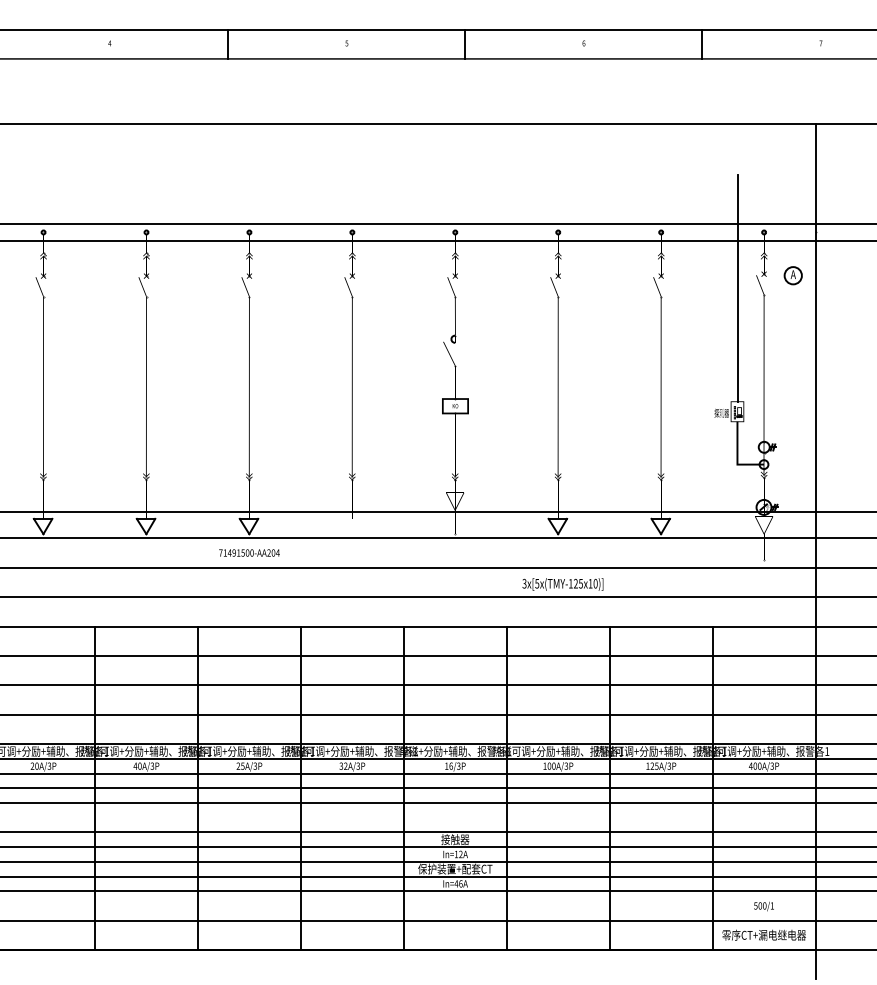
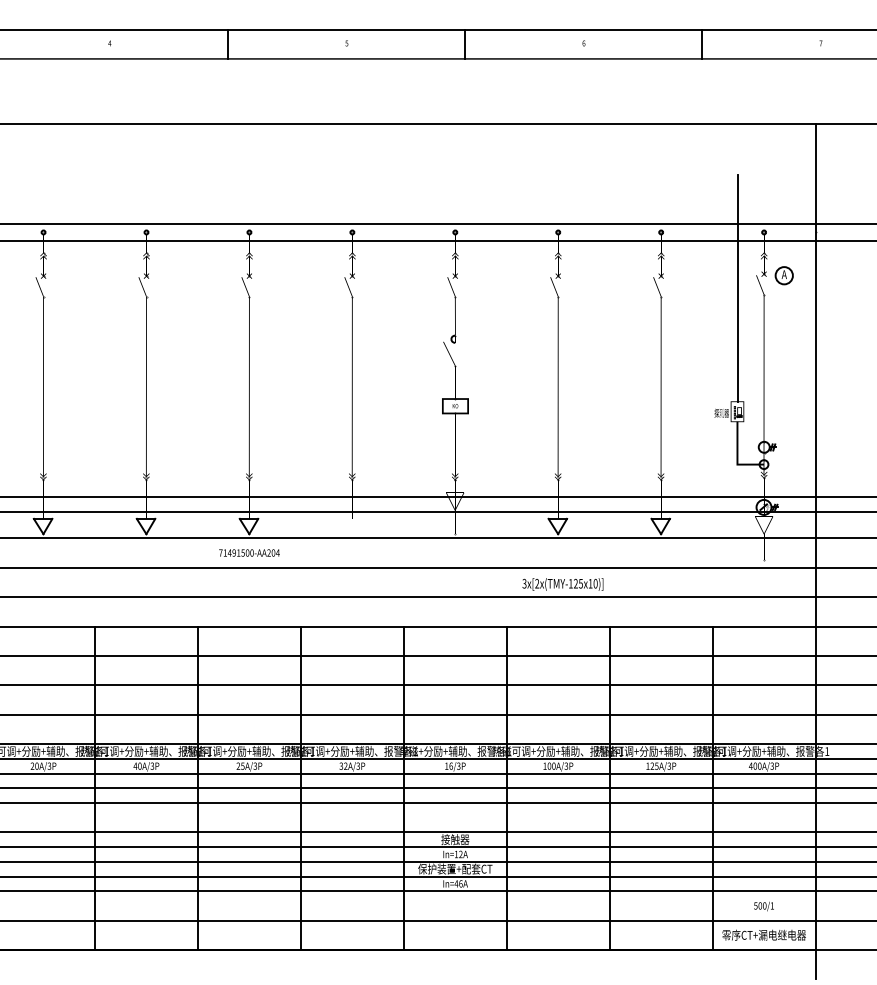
part at (792, 275) position: (792, 275) -> (783, 275)
line at (437, 497): none -> present
text at (537, 583): 3x[5x(TMY-125x10)] -> 3x[2x(TMY-125x10)]
